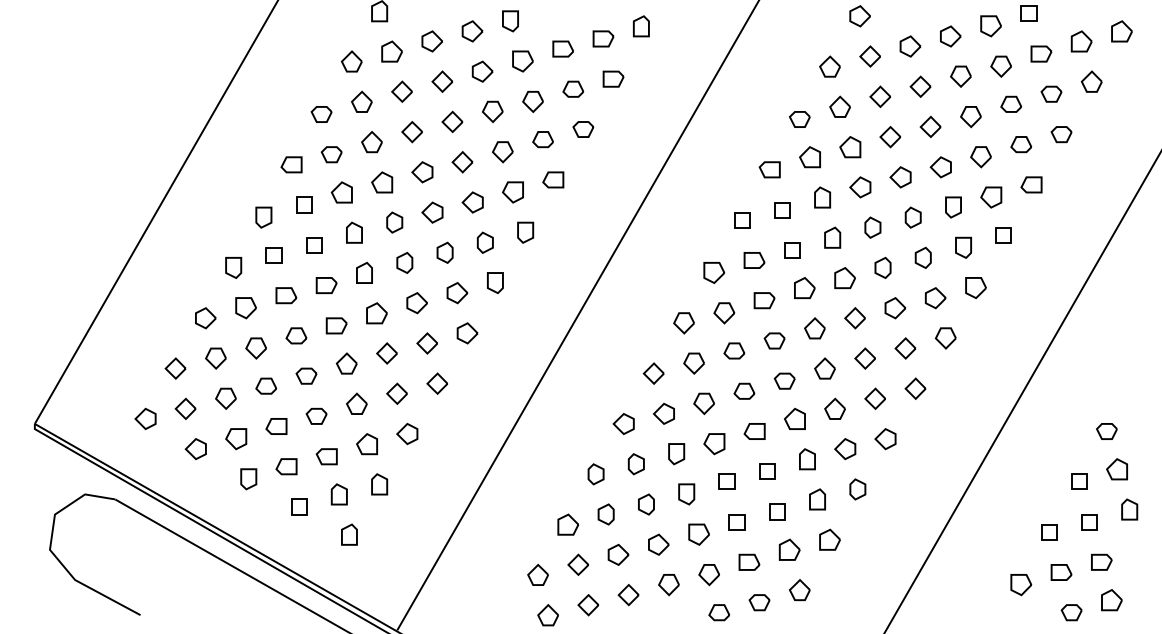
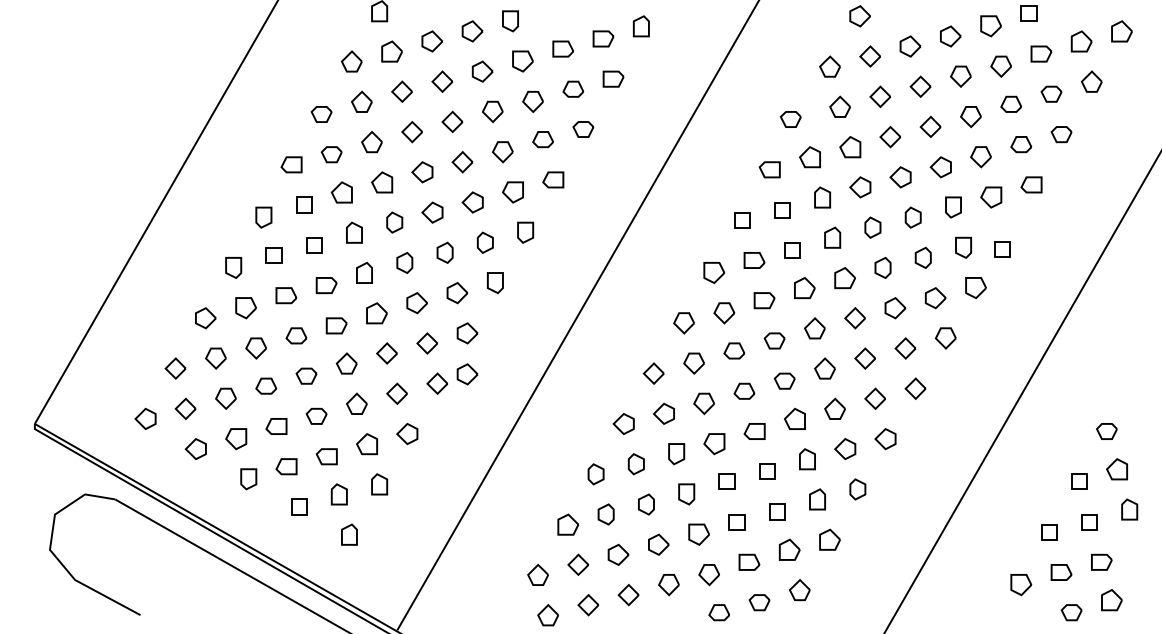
part at (799, 119) position: (799, 119) -> (790, 119)
part at (1003, 235) position: (1003, 235) -> (1002, 249)
part at (467, 374): none -> present
